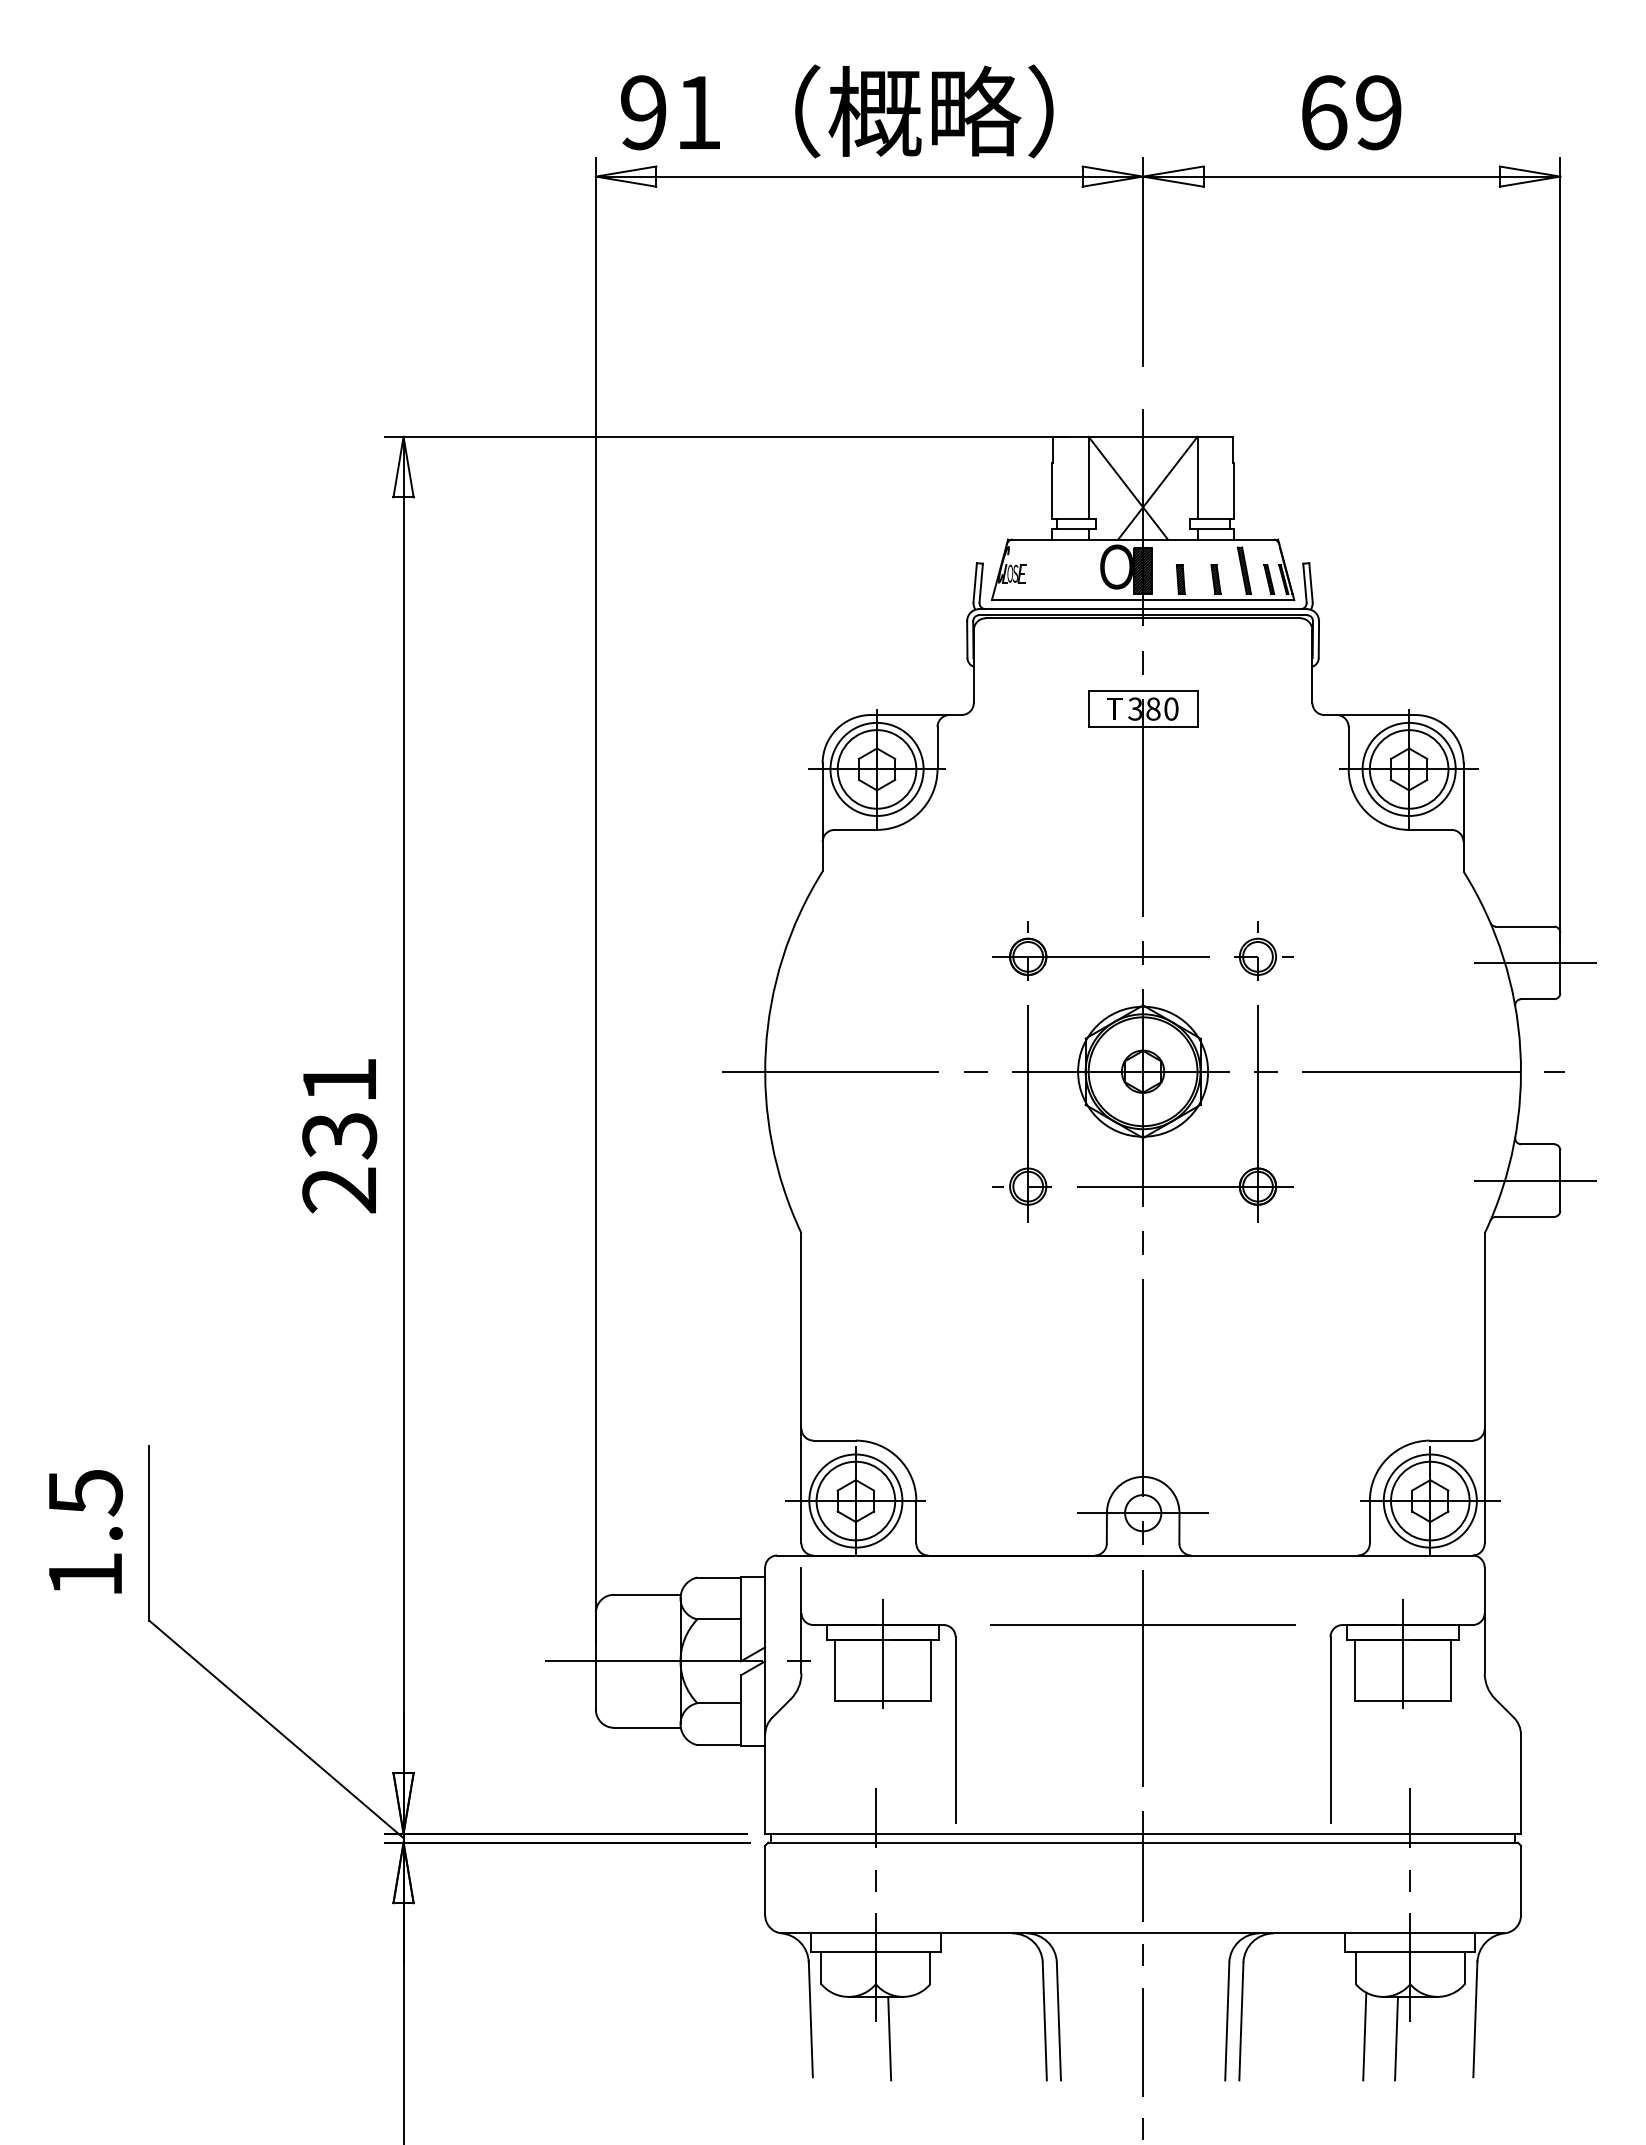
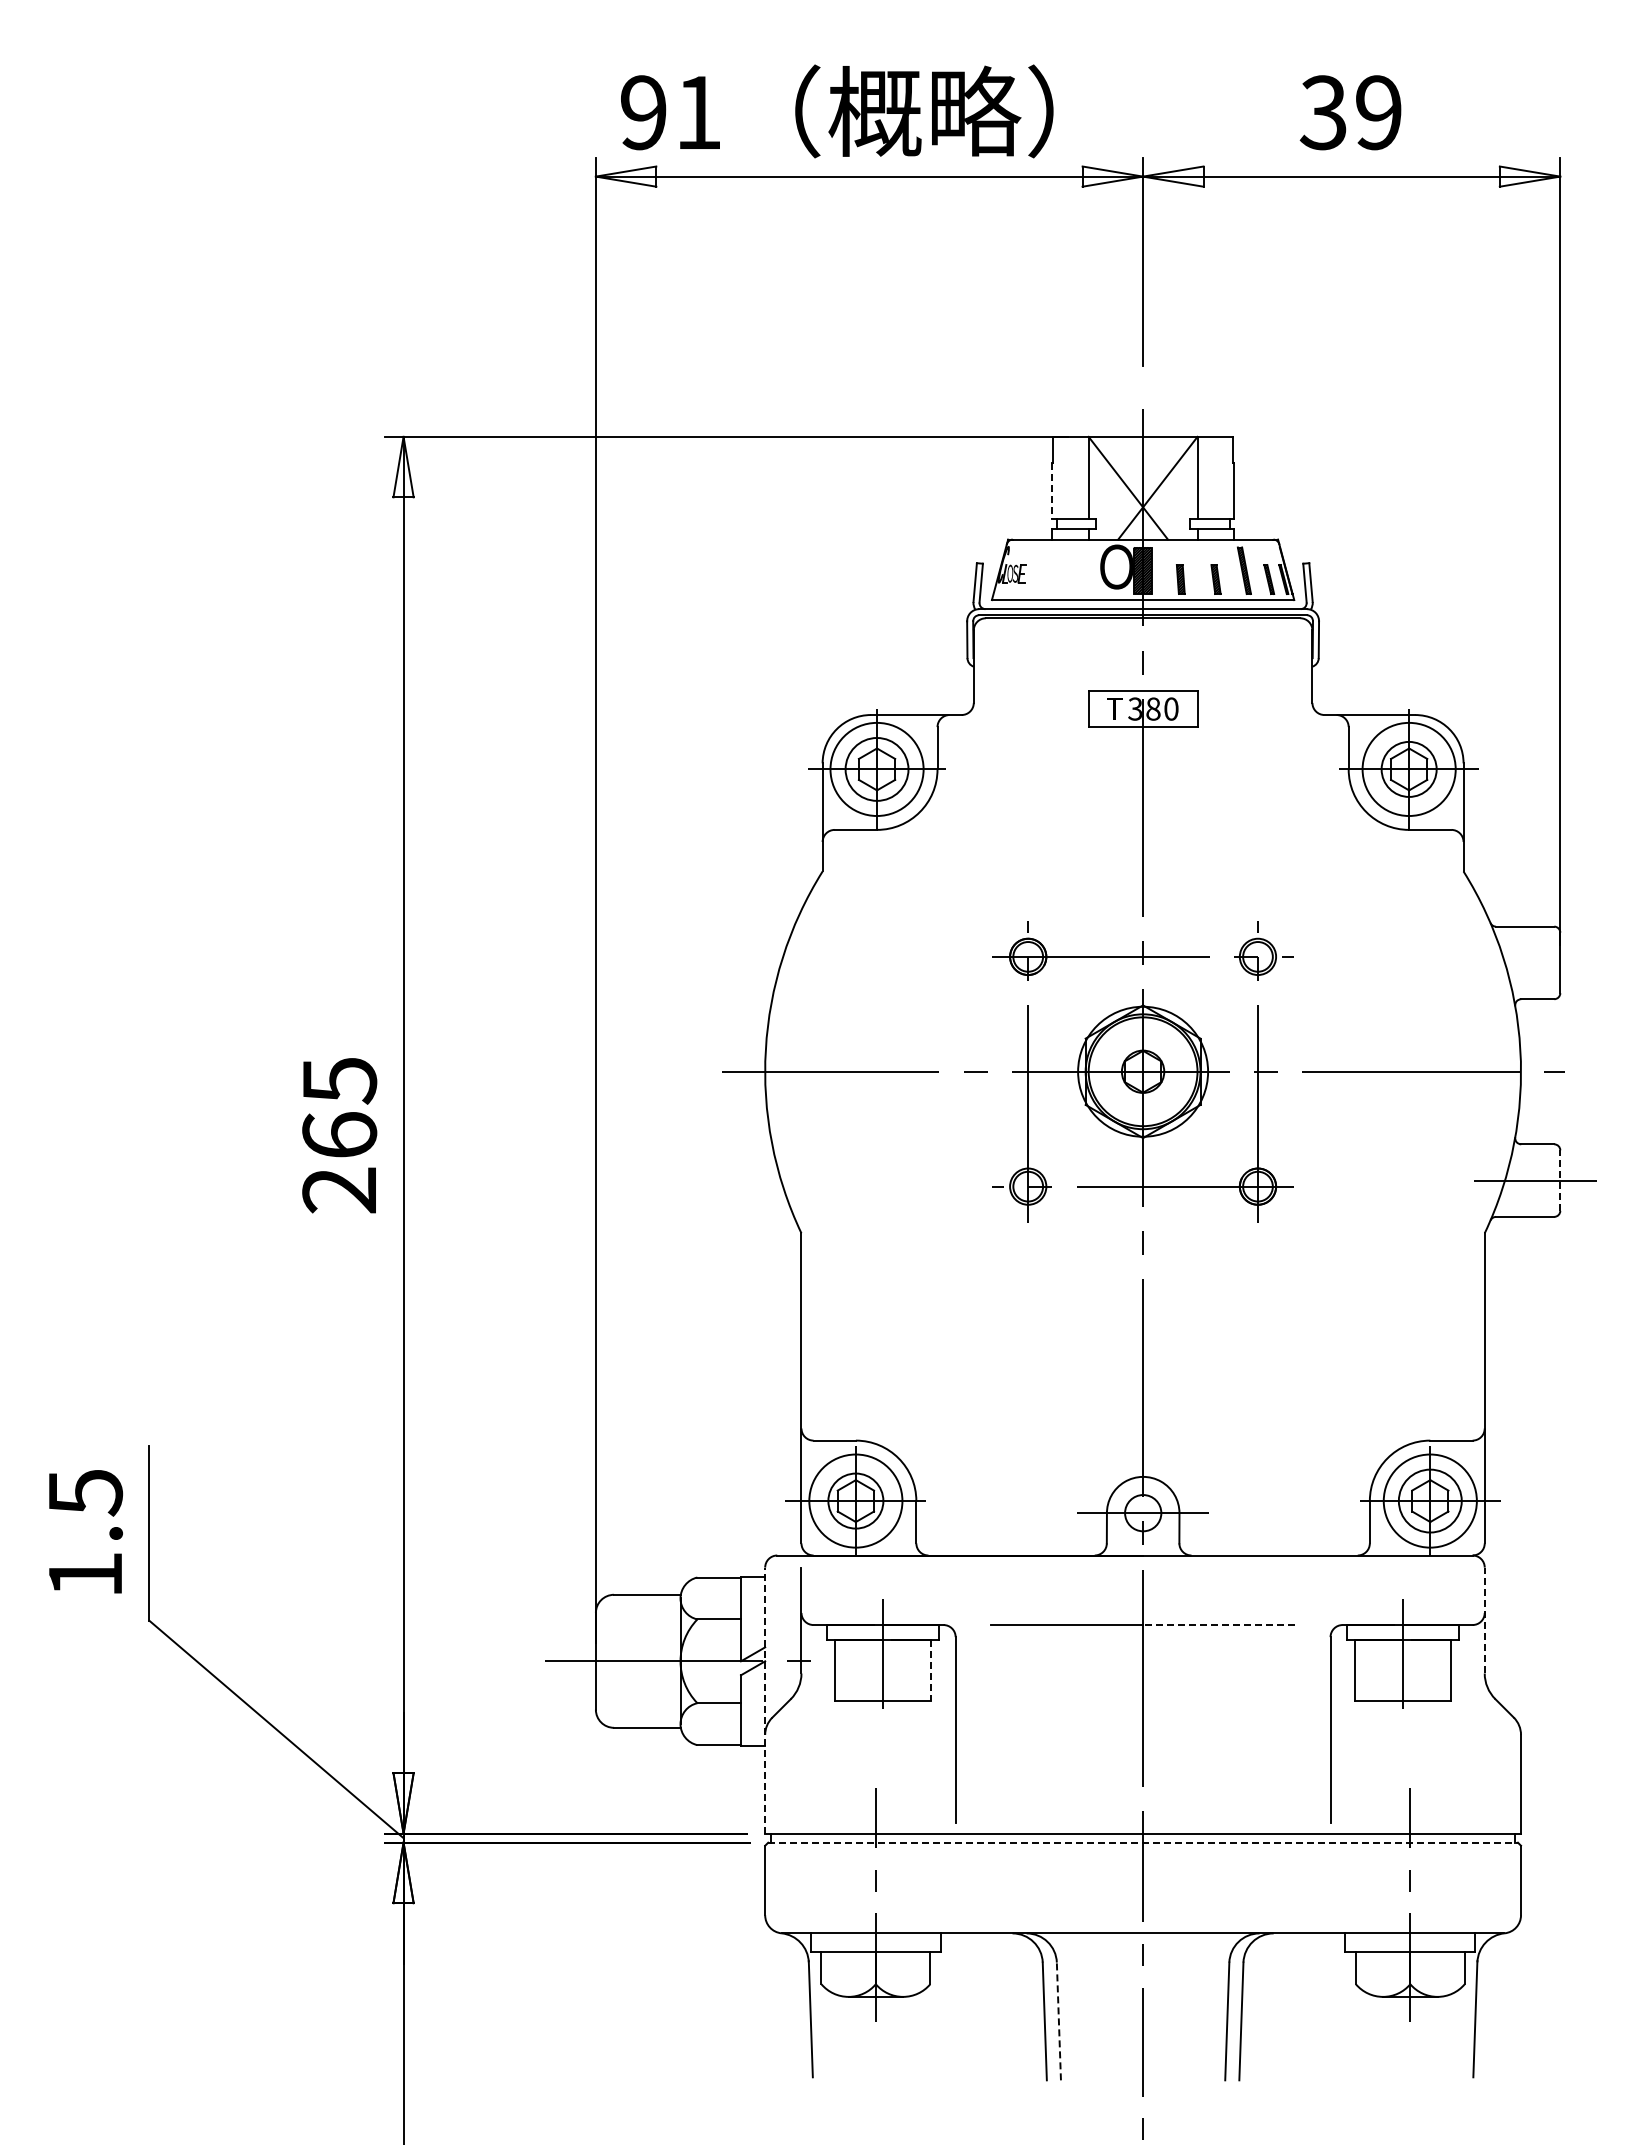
text at (1323, 112): 69 -> 39
line at (1052, 491): solid -> dashed
circle at (876, 769) diameter: 79 px -> 63 px
circle at (1408, 769) diameter: 79 px -> 55 px
line at (1534, 962): present -> none
text at (339, 1108): 231 -> 265
line at (1560, 1180): solid -> dashed
circle at (855, 1500) diameter: 79 px -> 55 px
circle at (1430, 1500) diameter: 79 px -> 63 px
line at (1484, 1620): solid -> dashed
line at (1218, 1625): solid -> dashed
line at (931, 1670): solid -> dashed
line at (765, 1700): solid -> dashed
line at (1143, 1842): solid -> dashed
line at (1058, 2021): solid -> dashed
line at (1364, 2036): present -> none
line at (889, 2038): present -> none
line at (1396, 2038): present -> none
